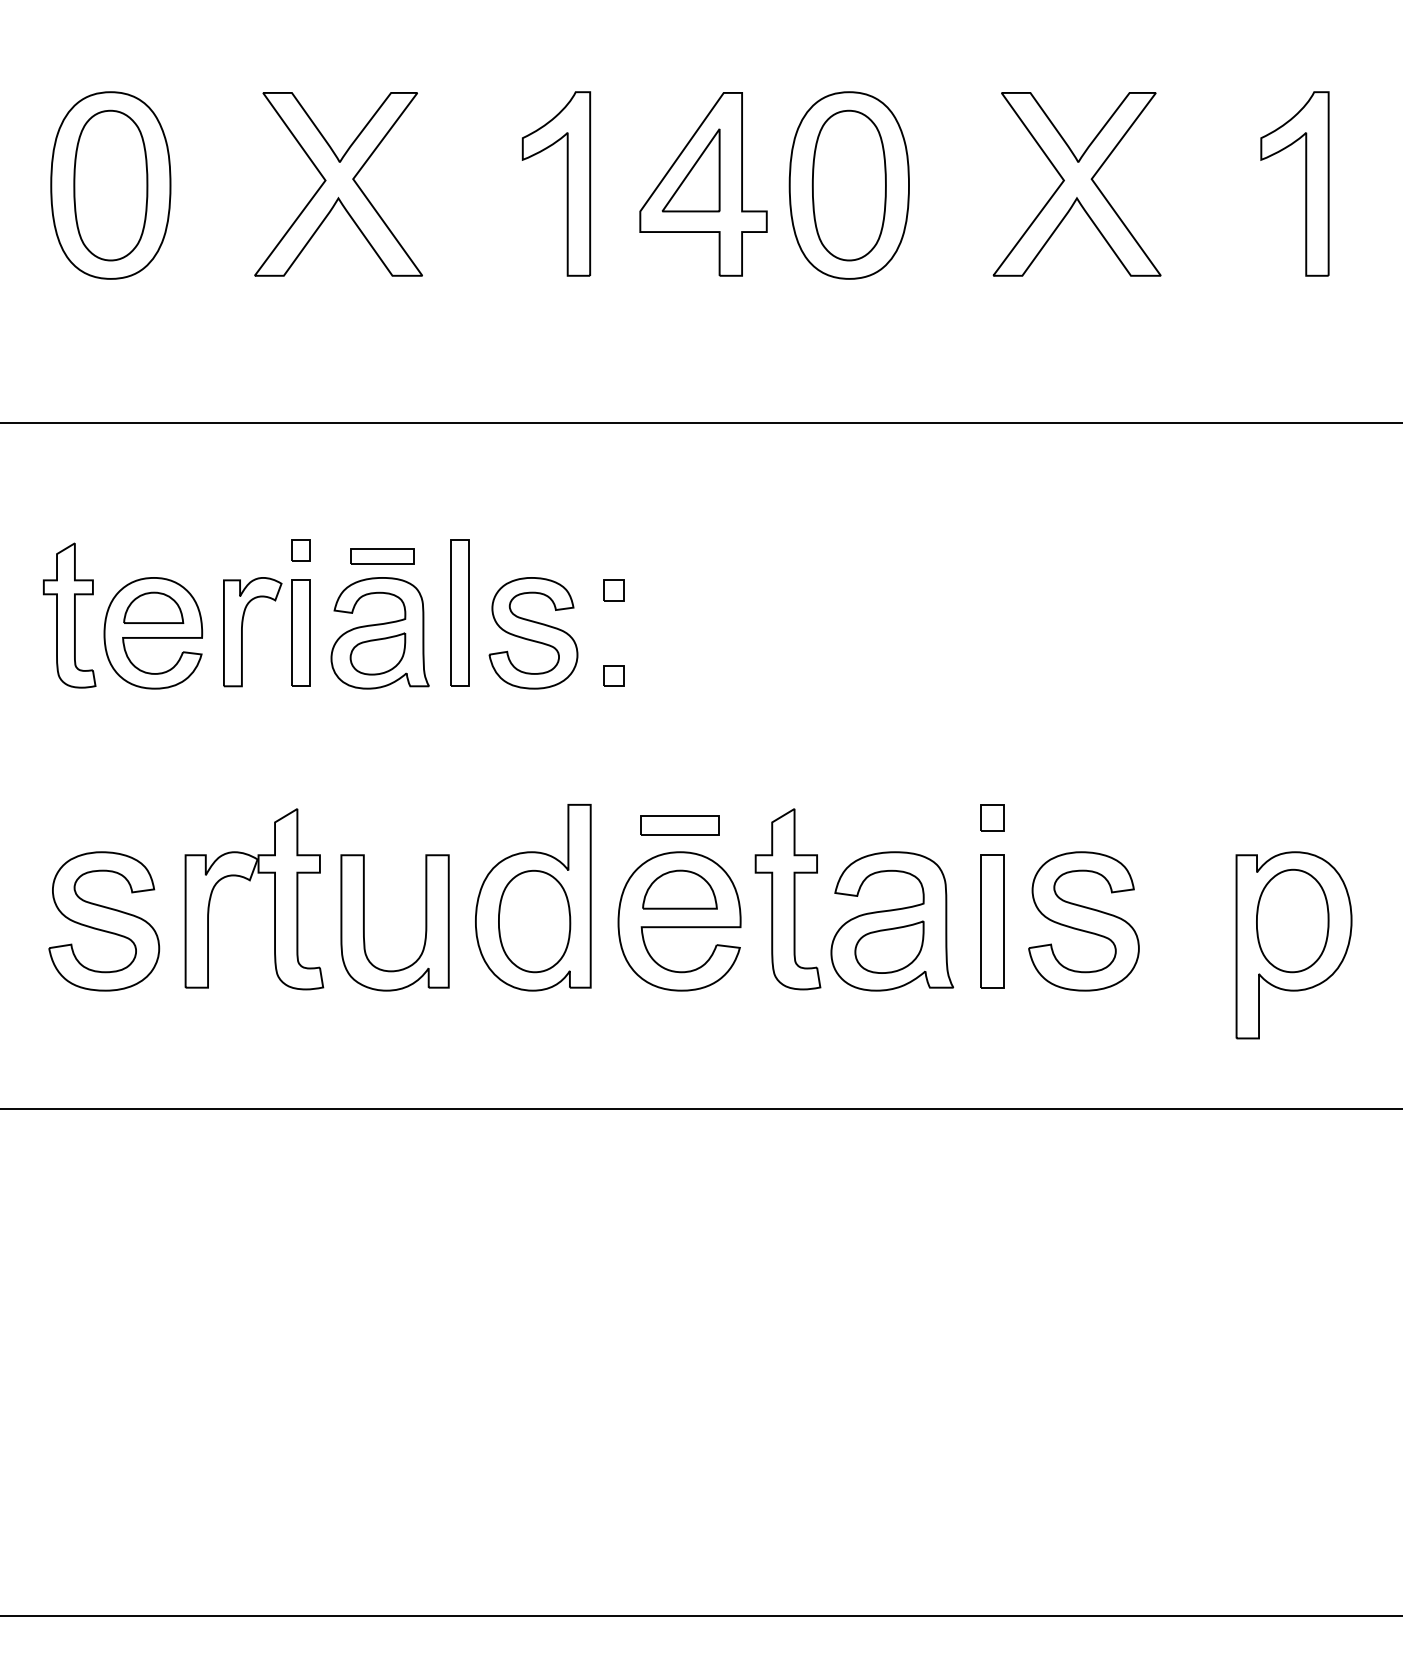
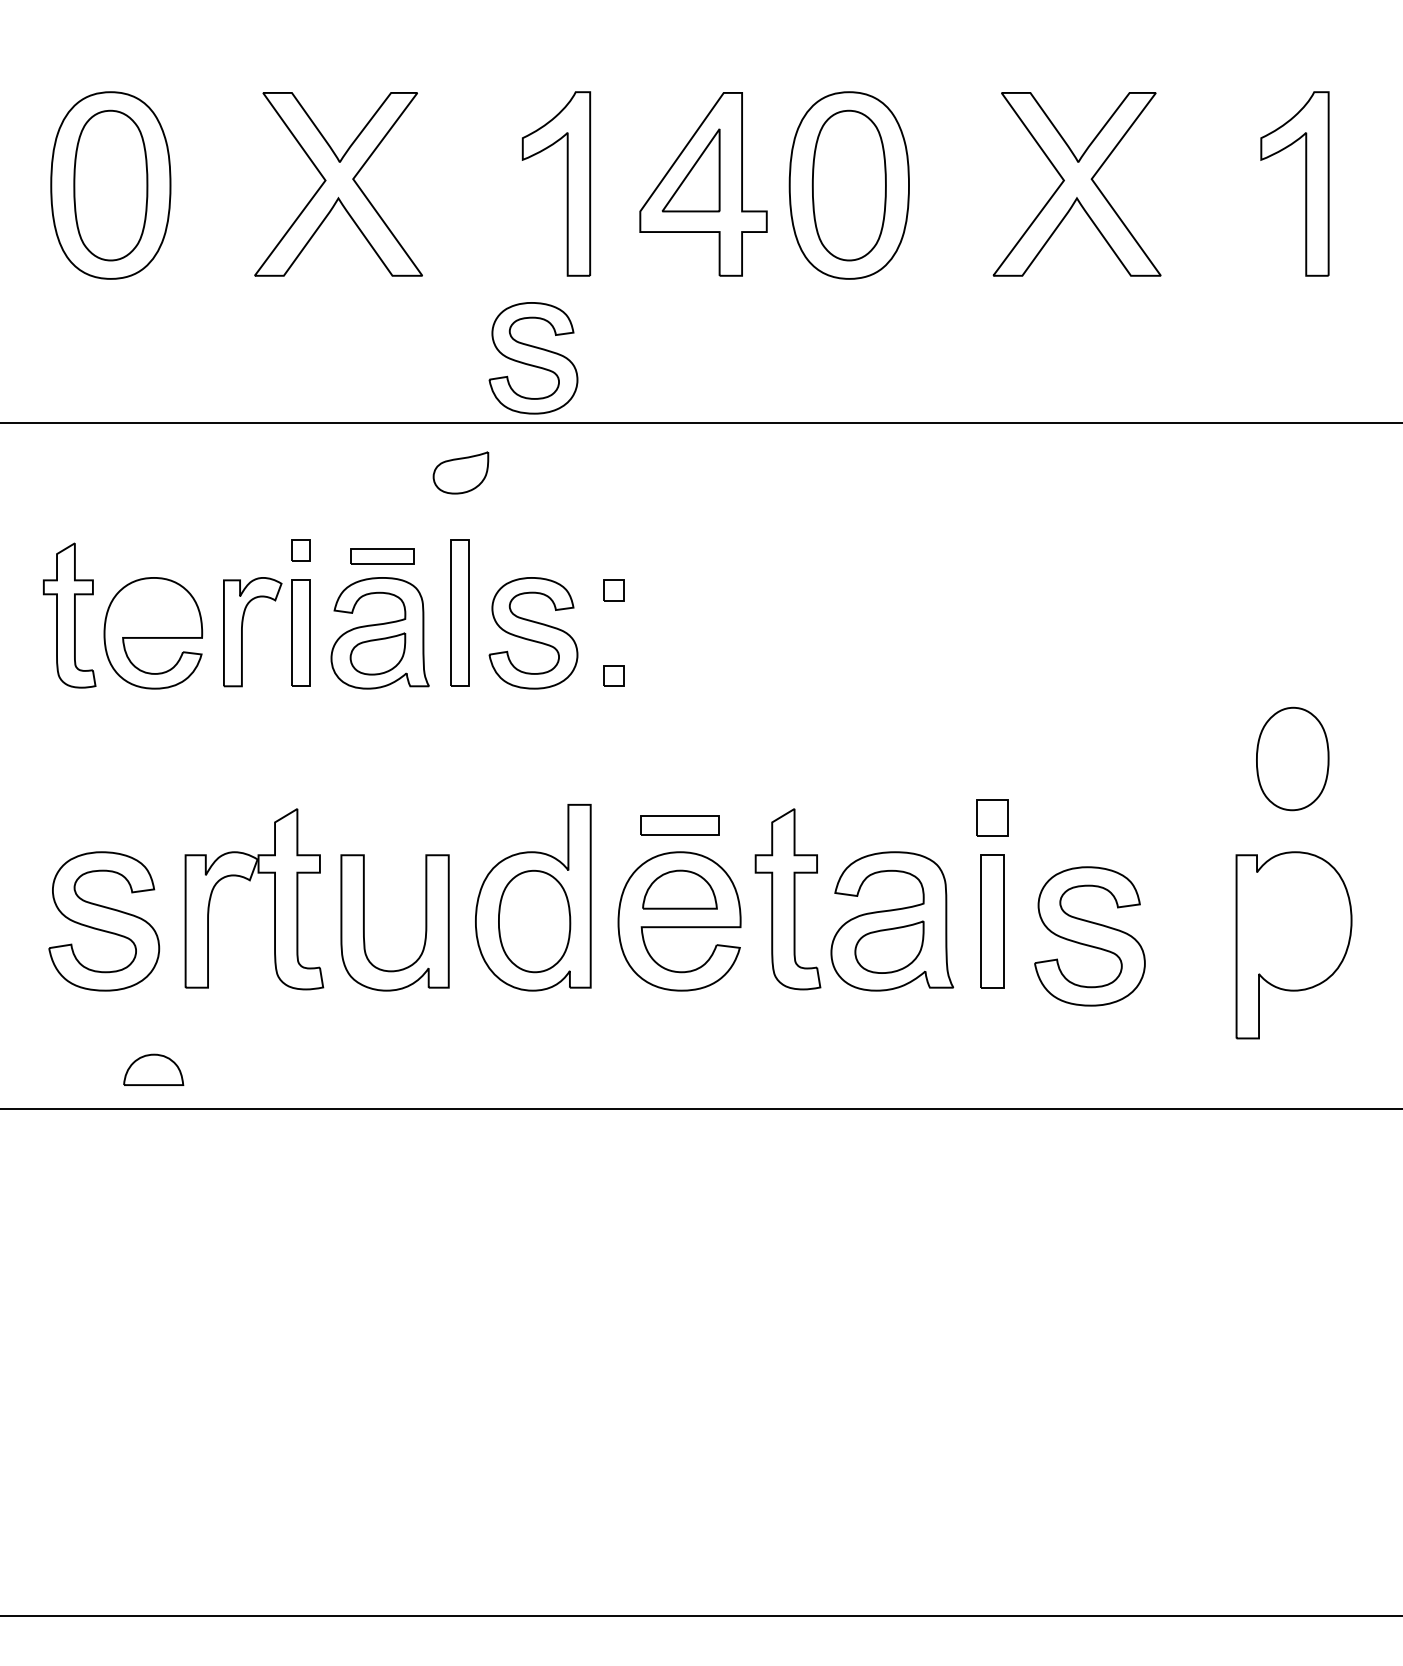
part at (533, 358): none -> present
part at (460, 472): none -> present
part at (153, 607) position: (153, 607) -> (153, 1069)
part at (992, 817) size: 25x28 px -> 33x38 px
part at (1292, 920) position: (1292, 920) -> (1292, 758)
part at (1083, 921) position: (1083, 921) -> (1089, 936)
